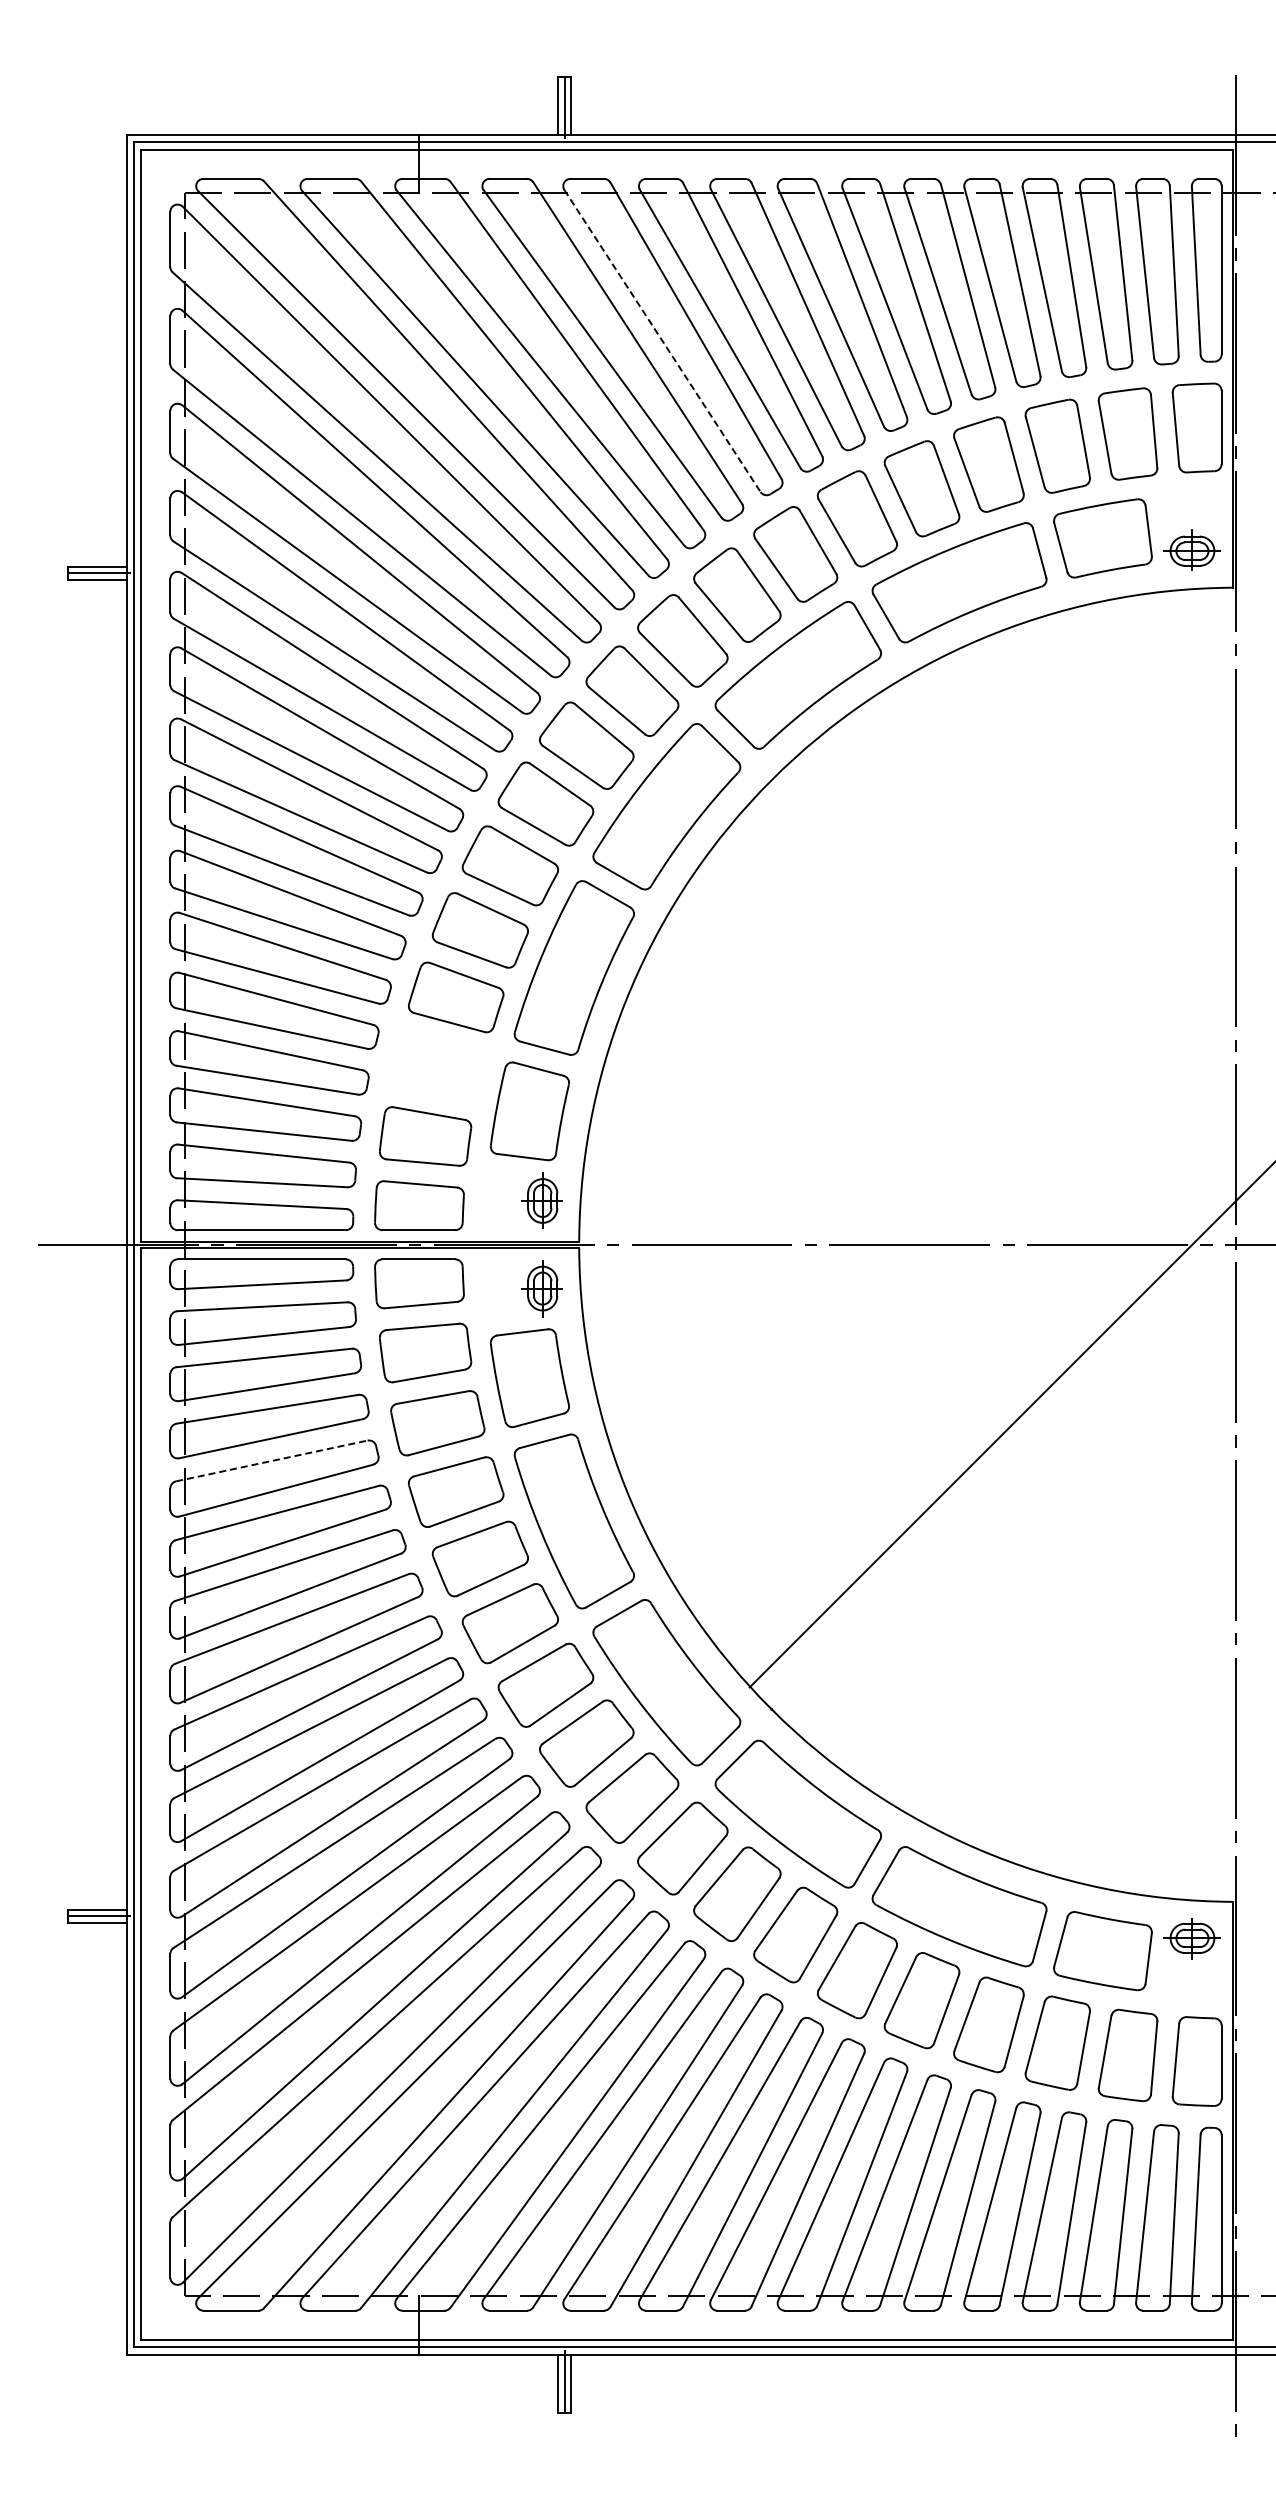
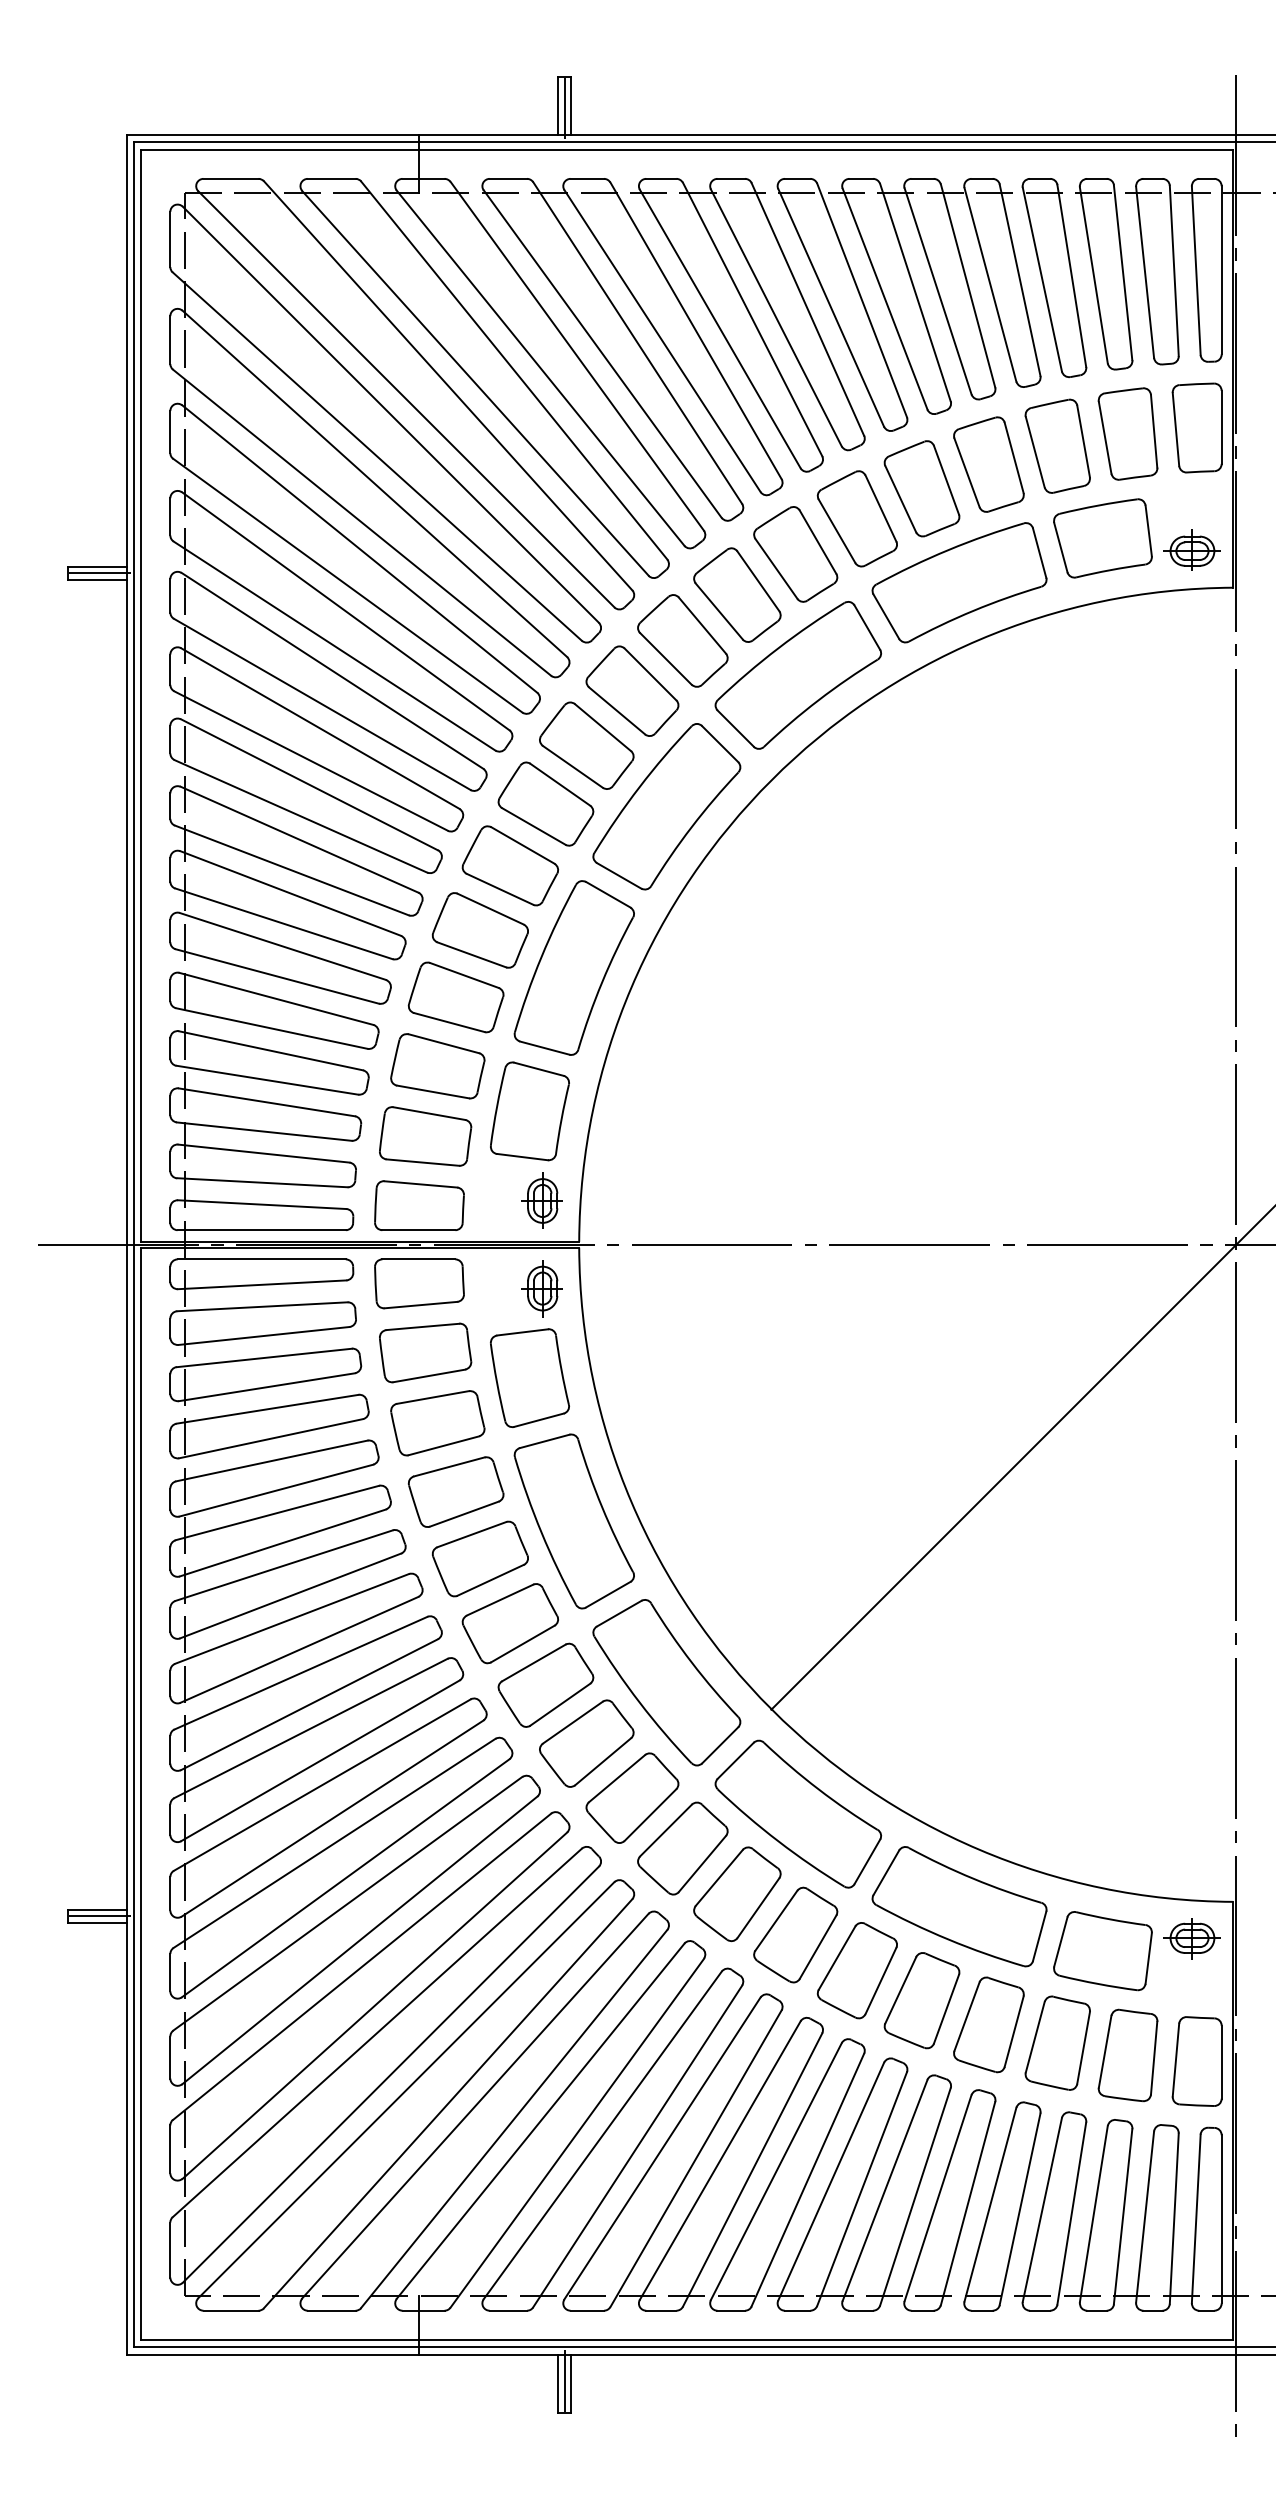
line at (662, 341): dashed -> solid
part at (437, 1066): none -> present
line at (1010, 1425) position: (1010, 1425) -> (1021, 1458)
line at (271, 1460): dashed -> solid
